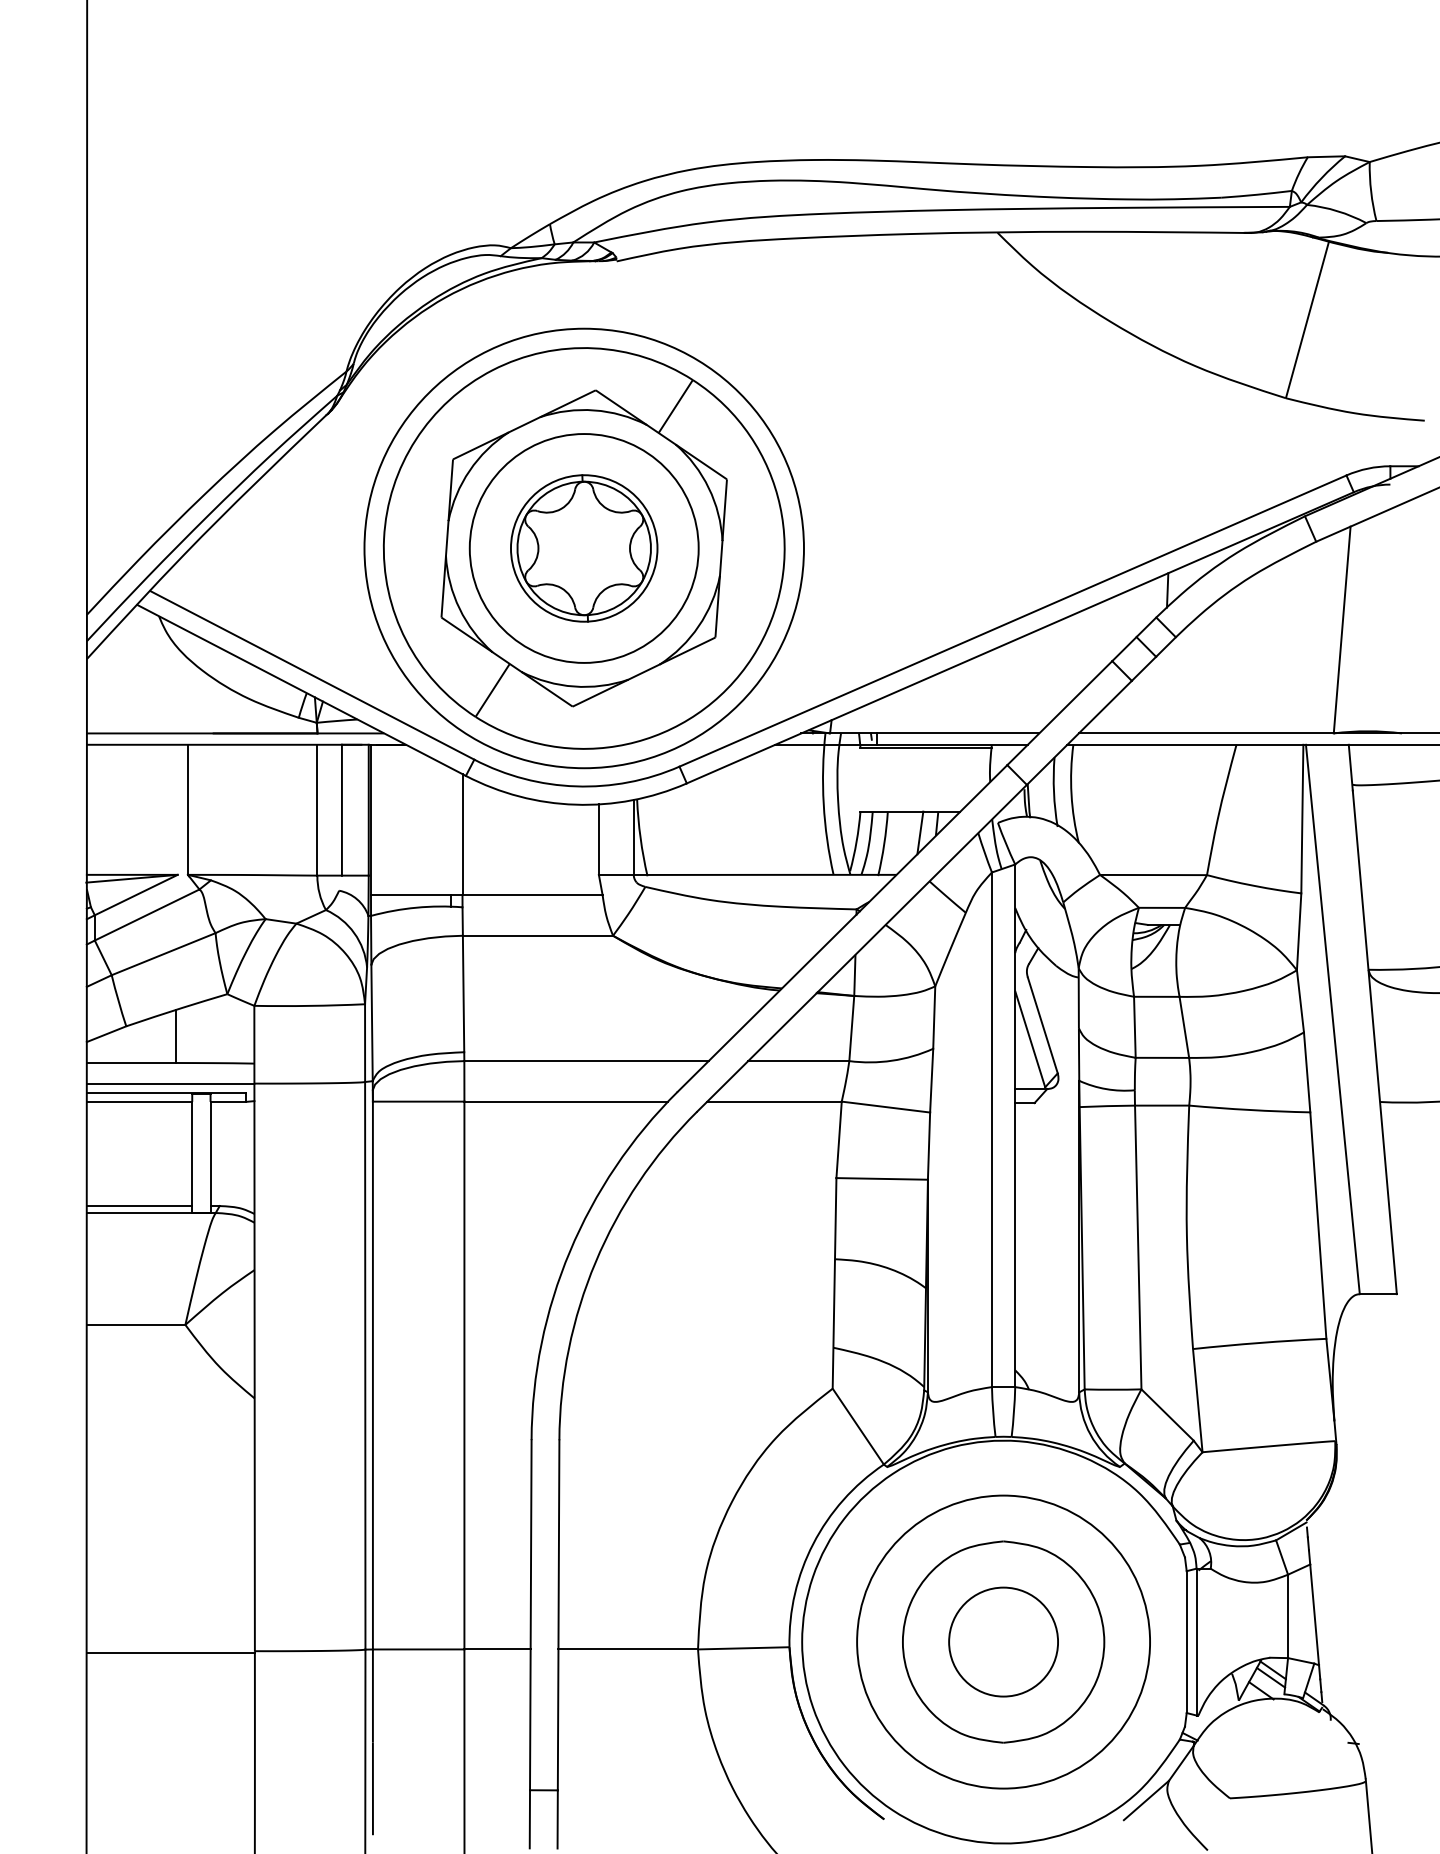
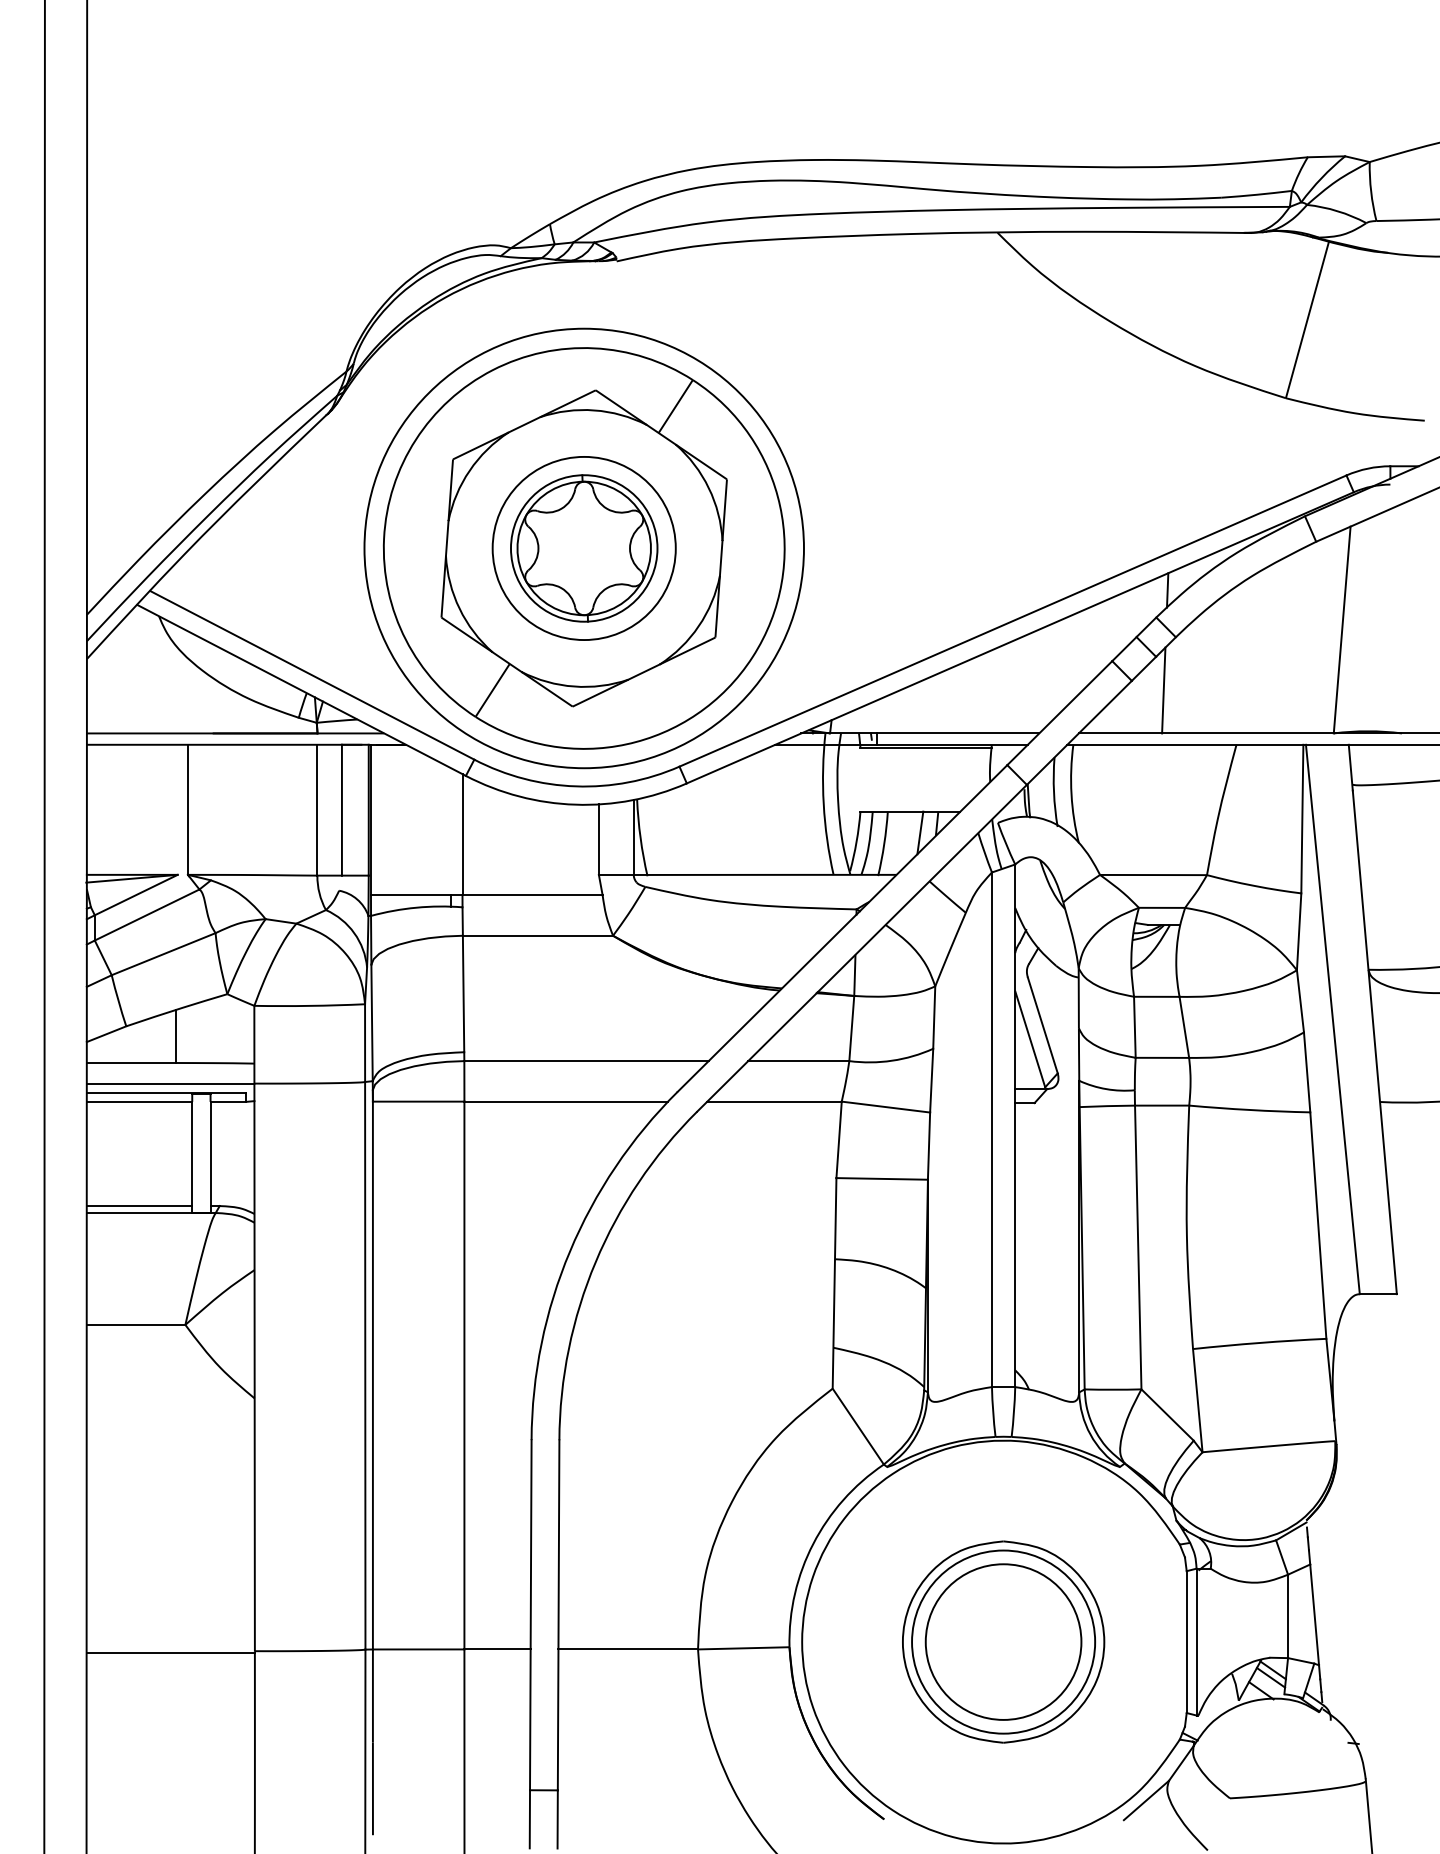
circle at (583, 548) diameter: 229 px -> 183 px
line at (1163, 690): none -> present
line at (44, 926): none -> present
circle at (1003, 1641) diameter: 109 px -> 156 px
circle at (1003, 1641) diameter: 293 px -> 183 px
